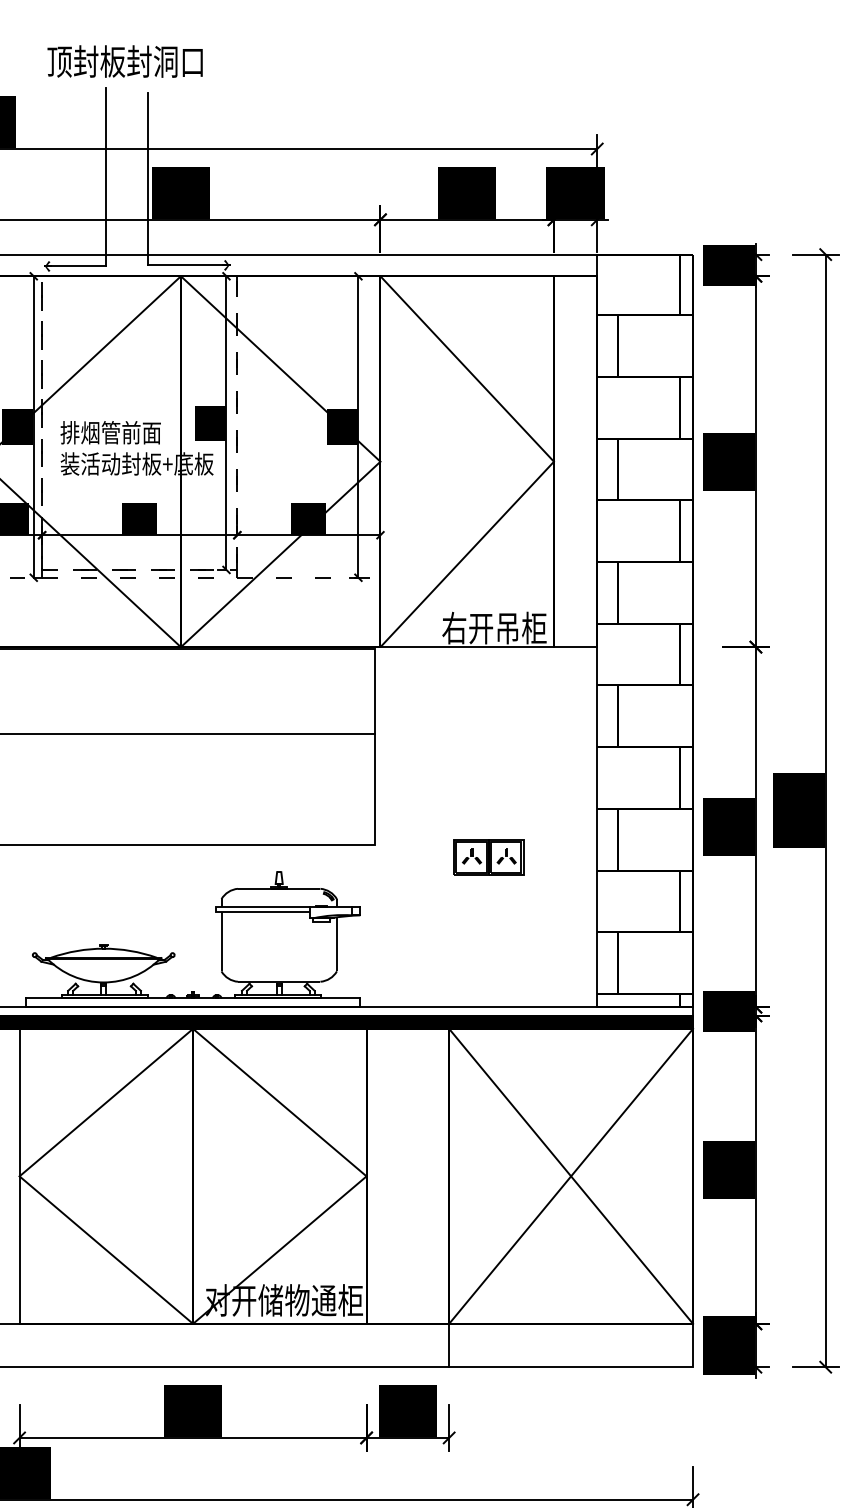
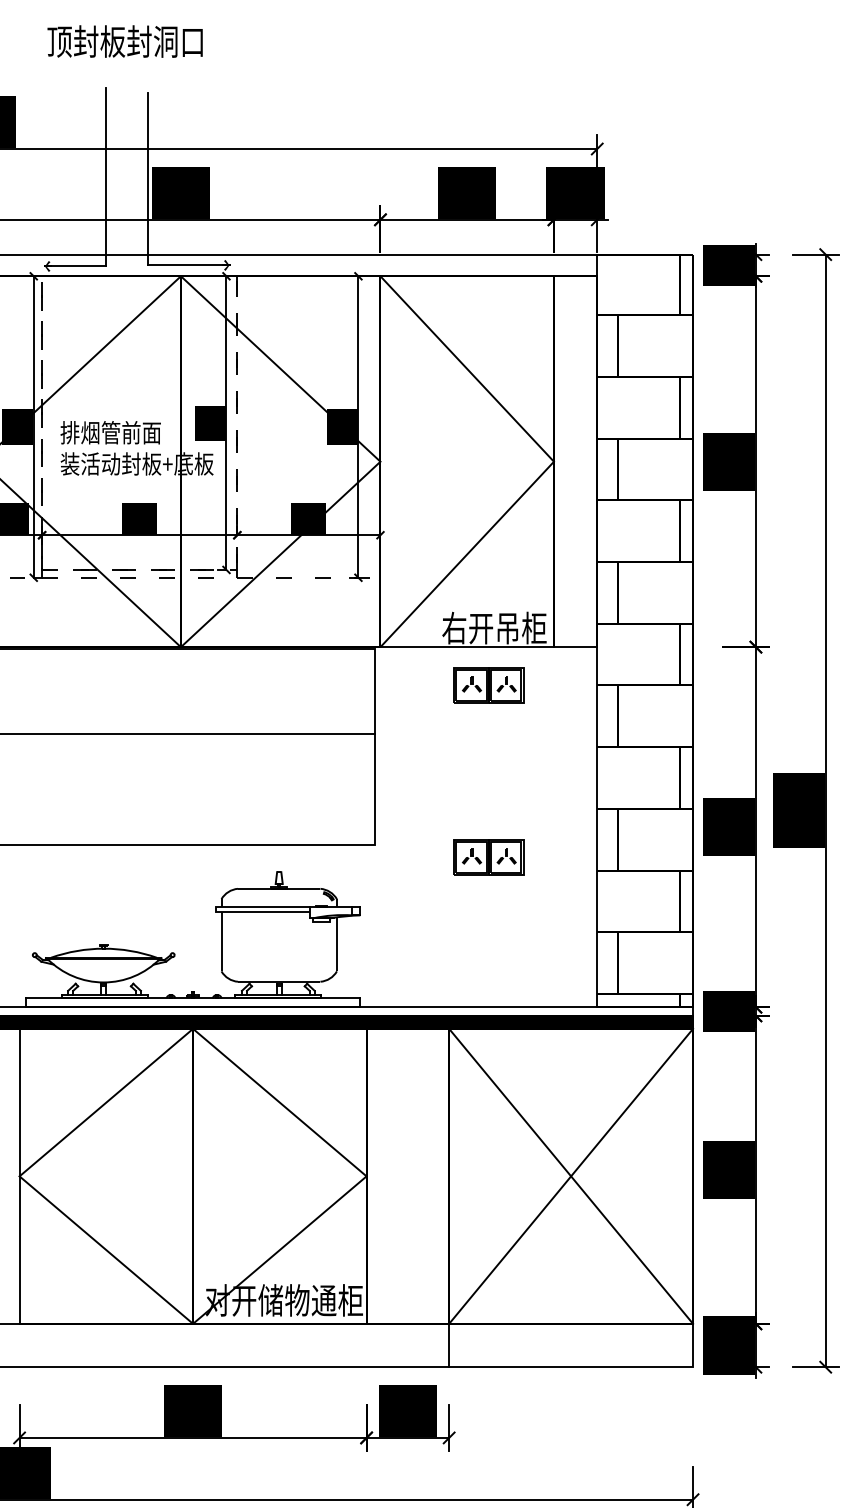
text at (124, 61) position: (124, 61) -> (124, 41)
part at (488, 685): none -> present
